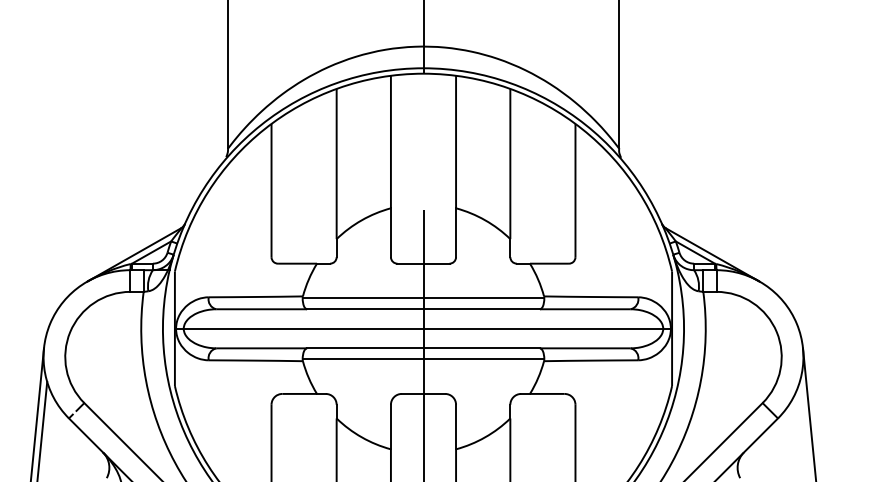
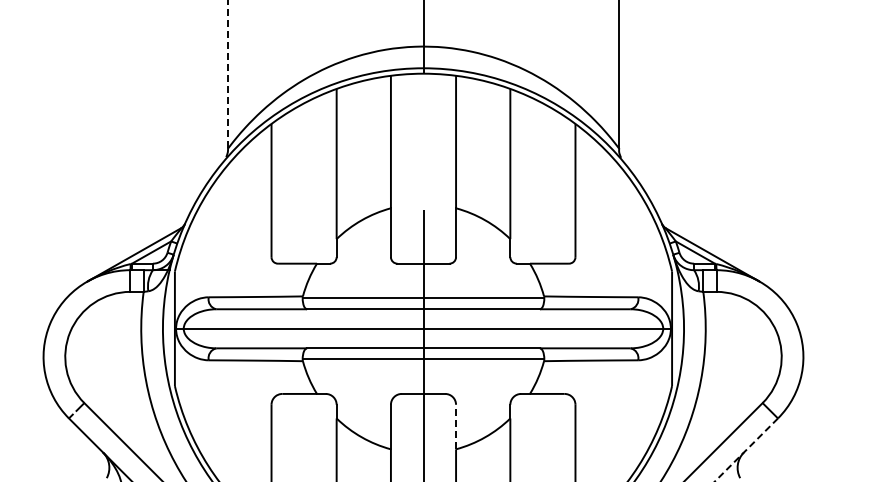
line at (228, 74): solid -> dashed
line at (37, 413): present -> none
line at (809, 413): present -> none
line at (456, 426): solid -> dashed
line at (42, 429): present -> none
line at (746, 450): solid -> dashed
